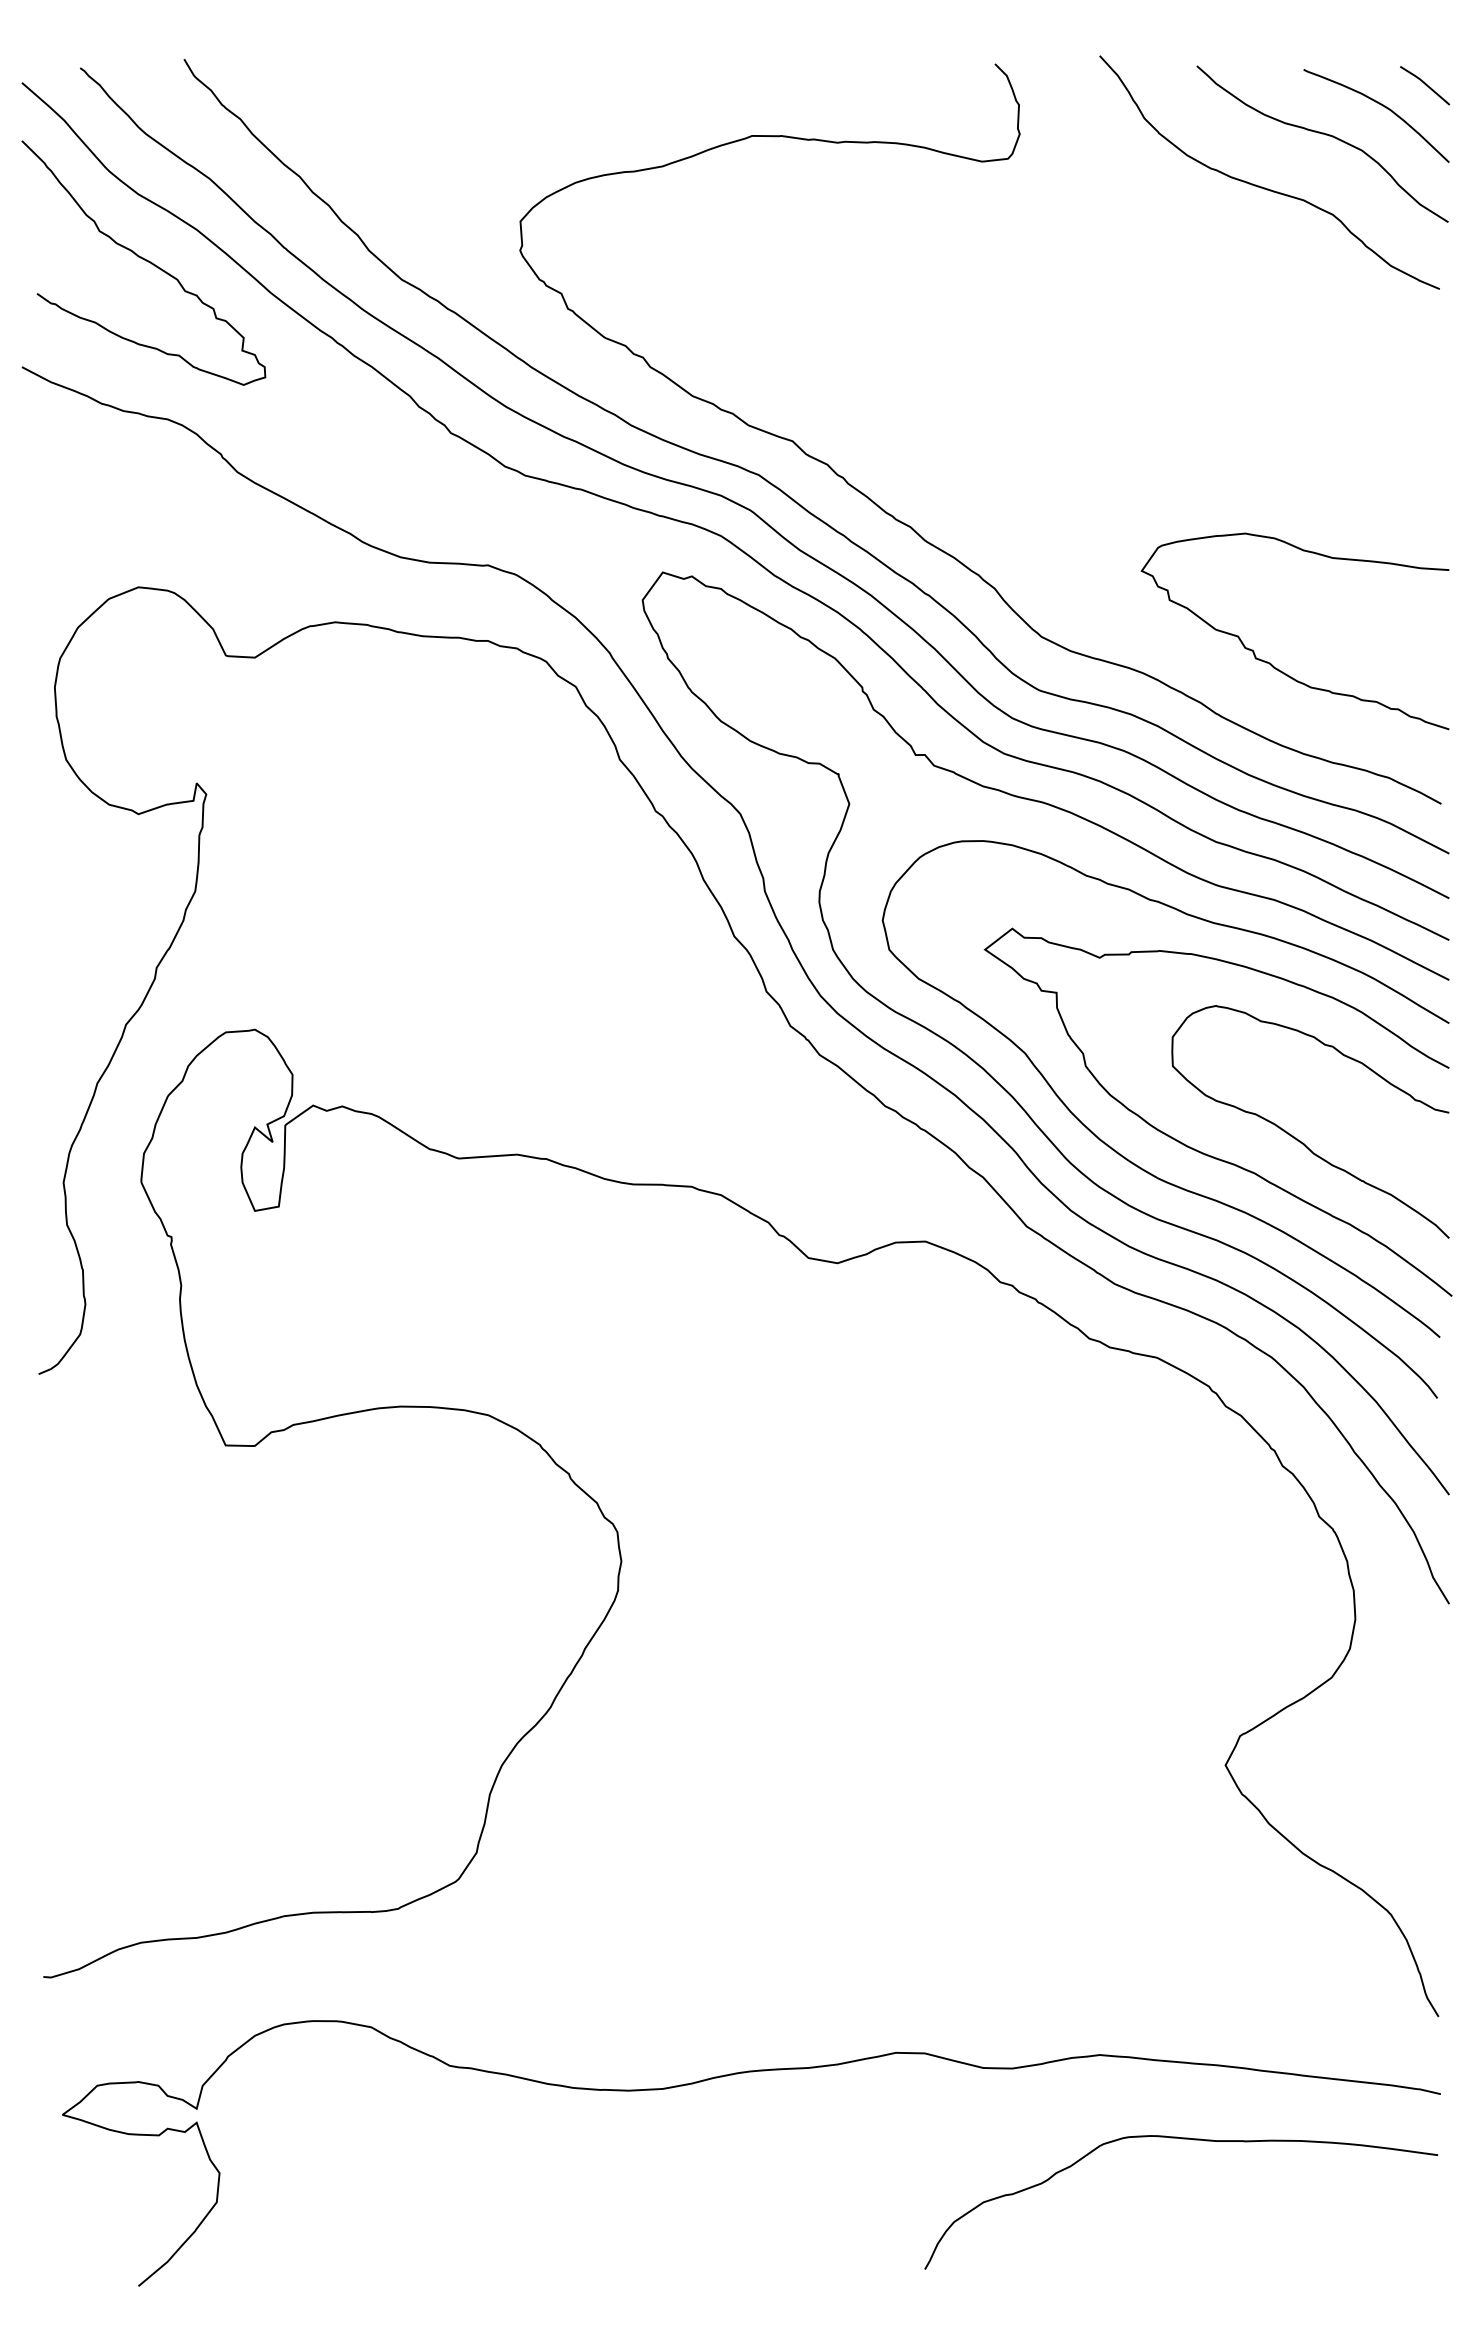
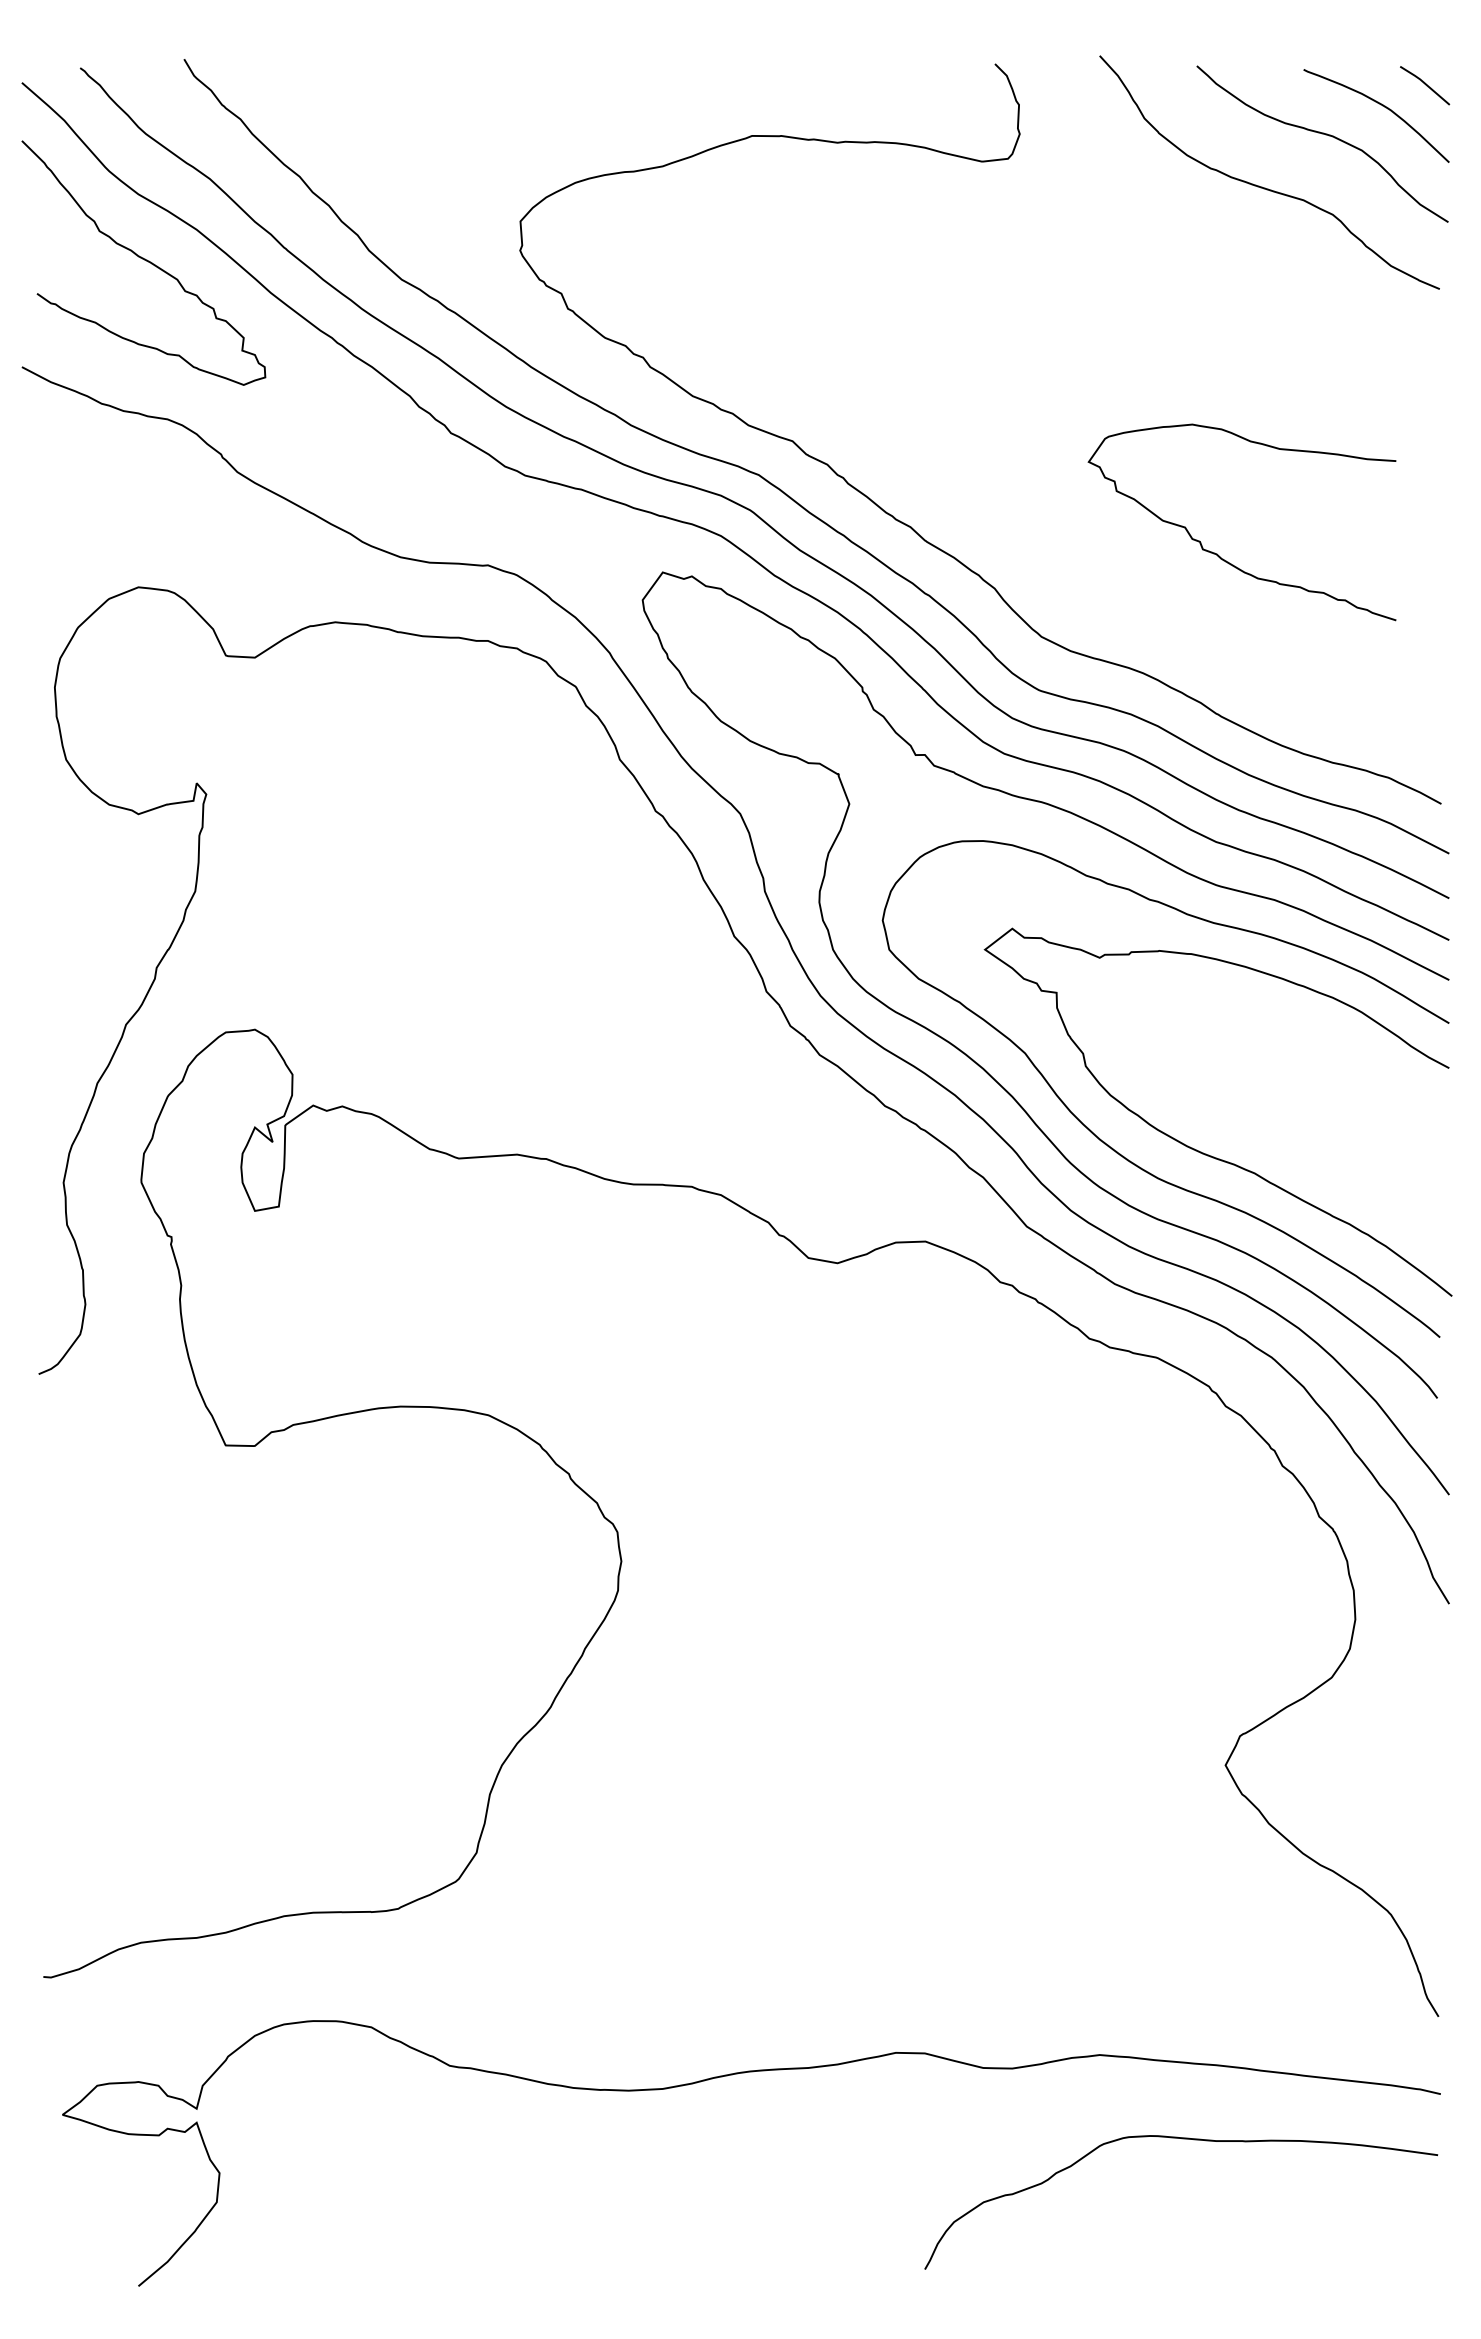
curve at (1270, 662) position: (1270, 662) -> (1217, 553)
curve at (1297, 1138): present -> none
